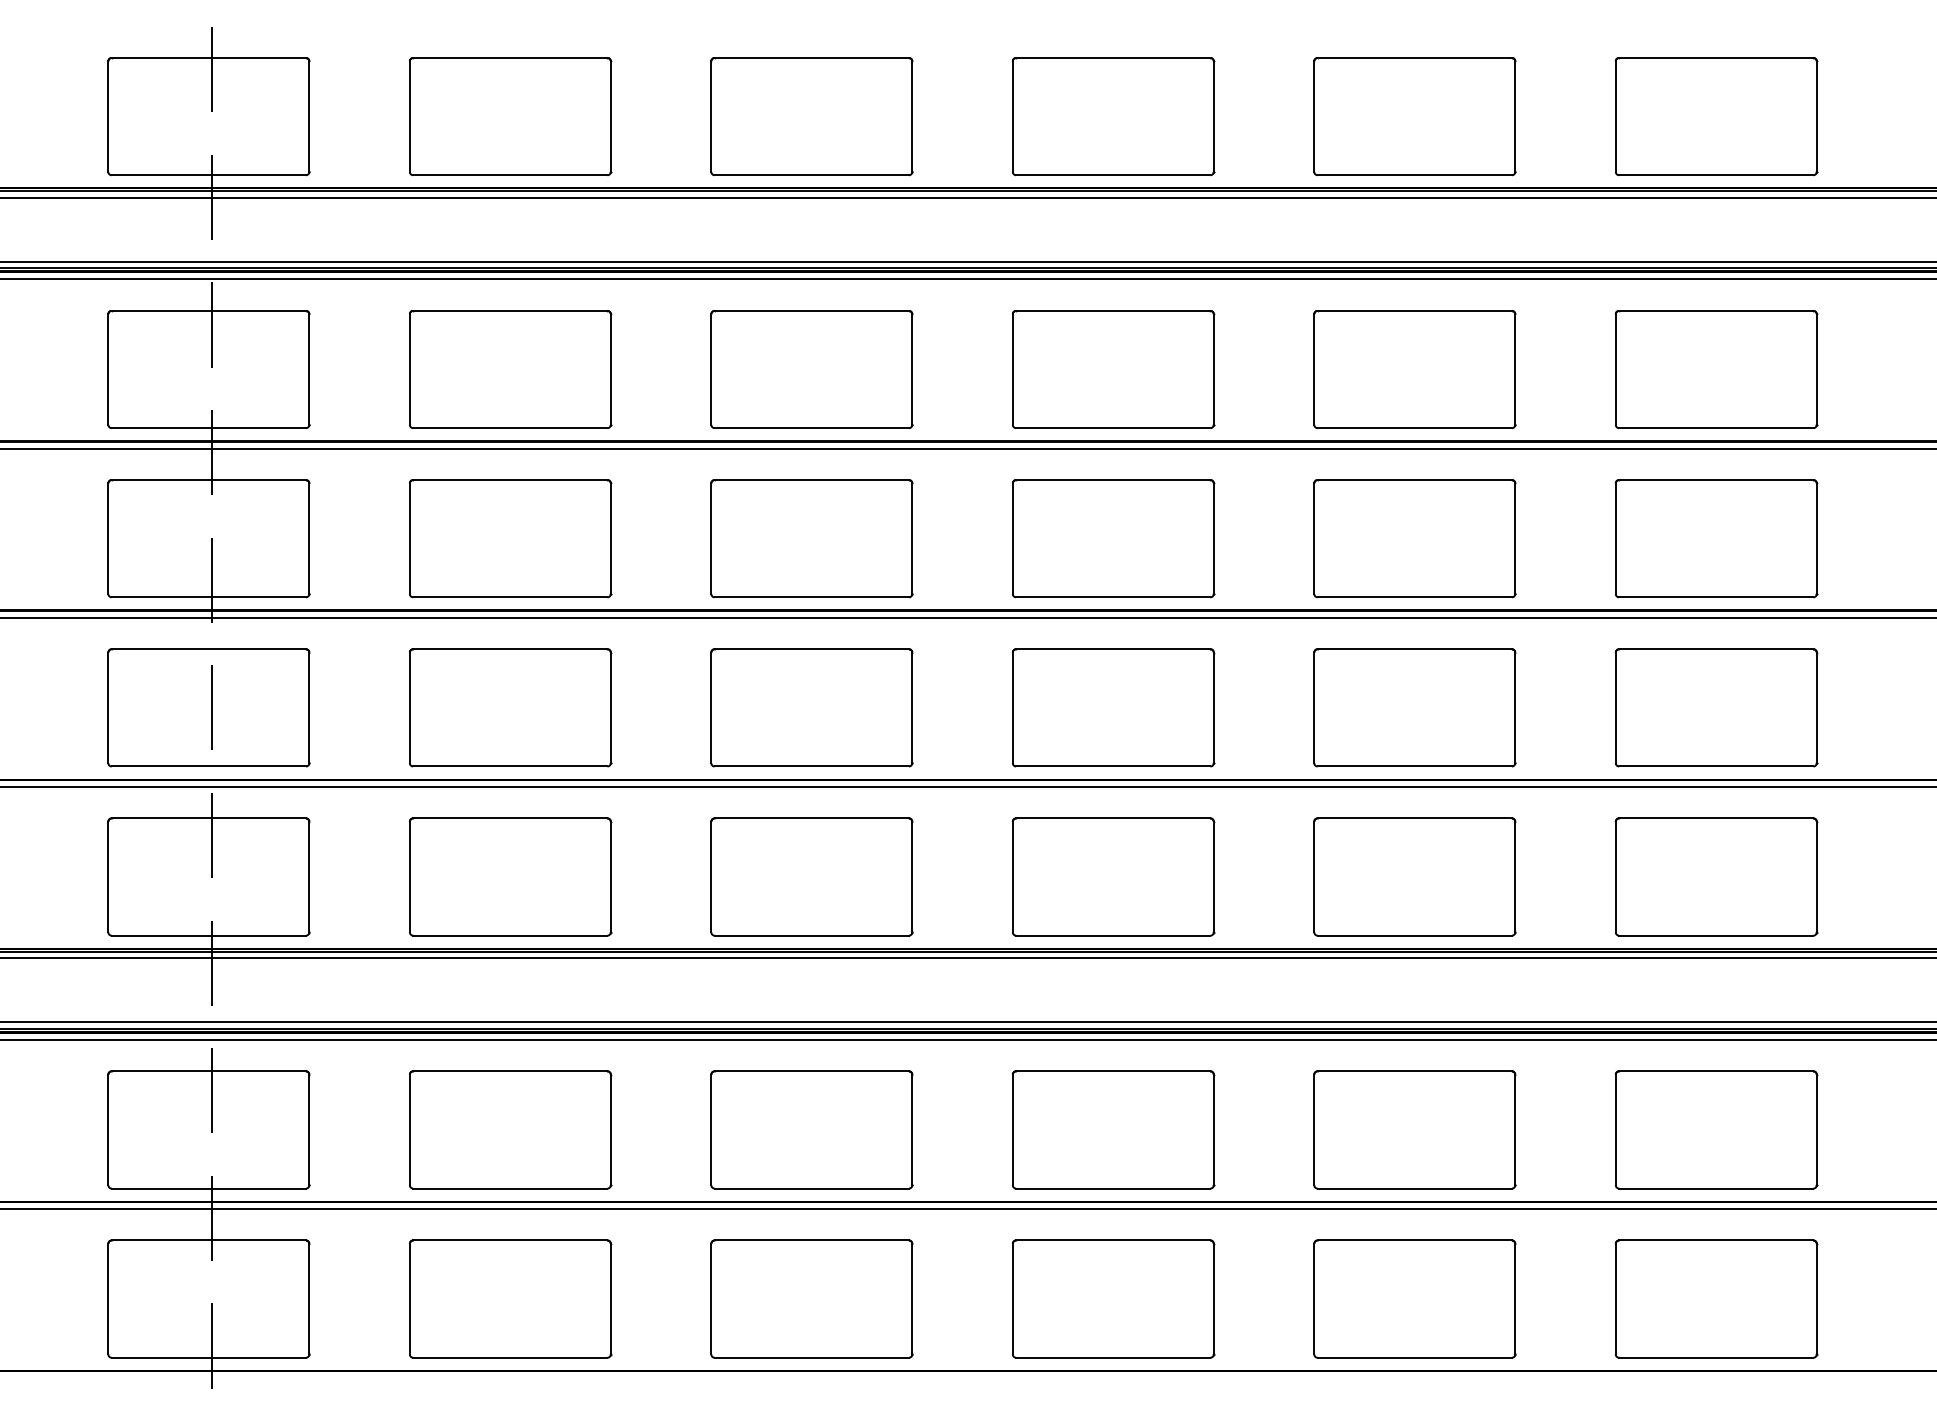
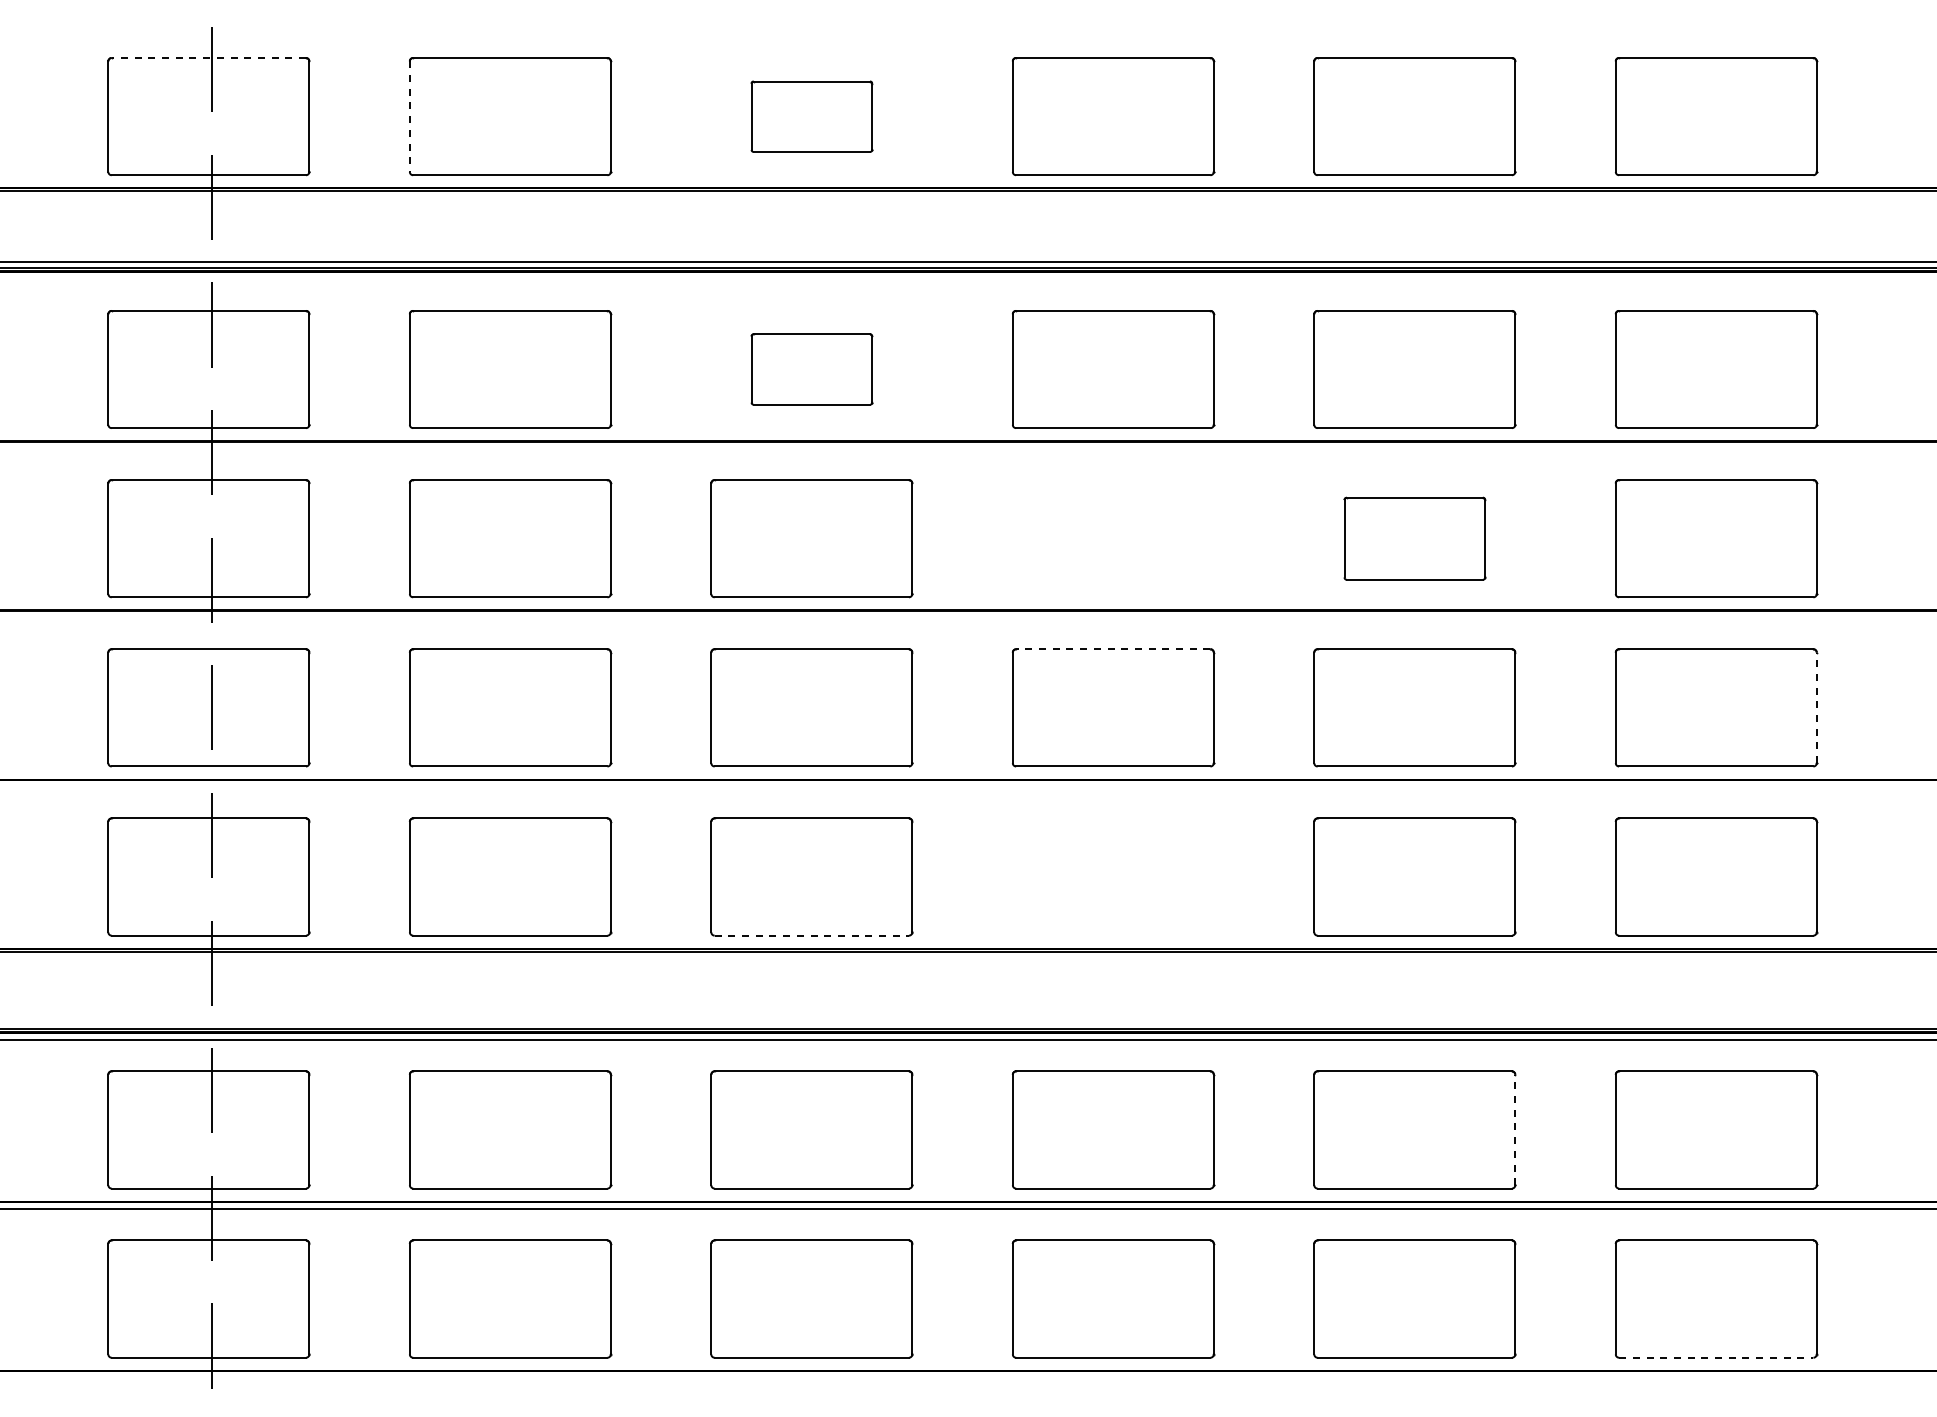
line at (208, 58): solid -> dashed
part at (811, 116) size: 204x120 px -> 124x73 px
line at (409, 117): solid -> dashed
line at (967, 197): present -> none
line at (967, 279): present -> none
part at (811, 369) size: 204x119 px -> 124x73 px
line at (967, 448): present -> none
part at (1113, 538): present -> none
part at (1414, 538) size: 204x120 px -> 144x85 px
line at (967, 617): present -> none
line at (1112, 649): solid -> dashed
line at (1816, 707): solid -> dashed
line at (967, 786): present -> none
part at (1113, 876): present -> none
line at (812, 935): solid -> dashed
line at (967, 958): present -> none
line at (967, 1022): present -> none
line at (1515, 1129): solid -> dashed
line at (1716, 1357): solid -> dashed
